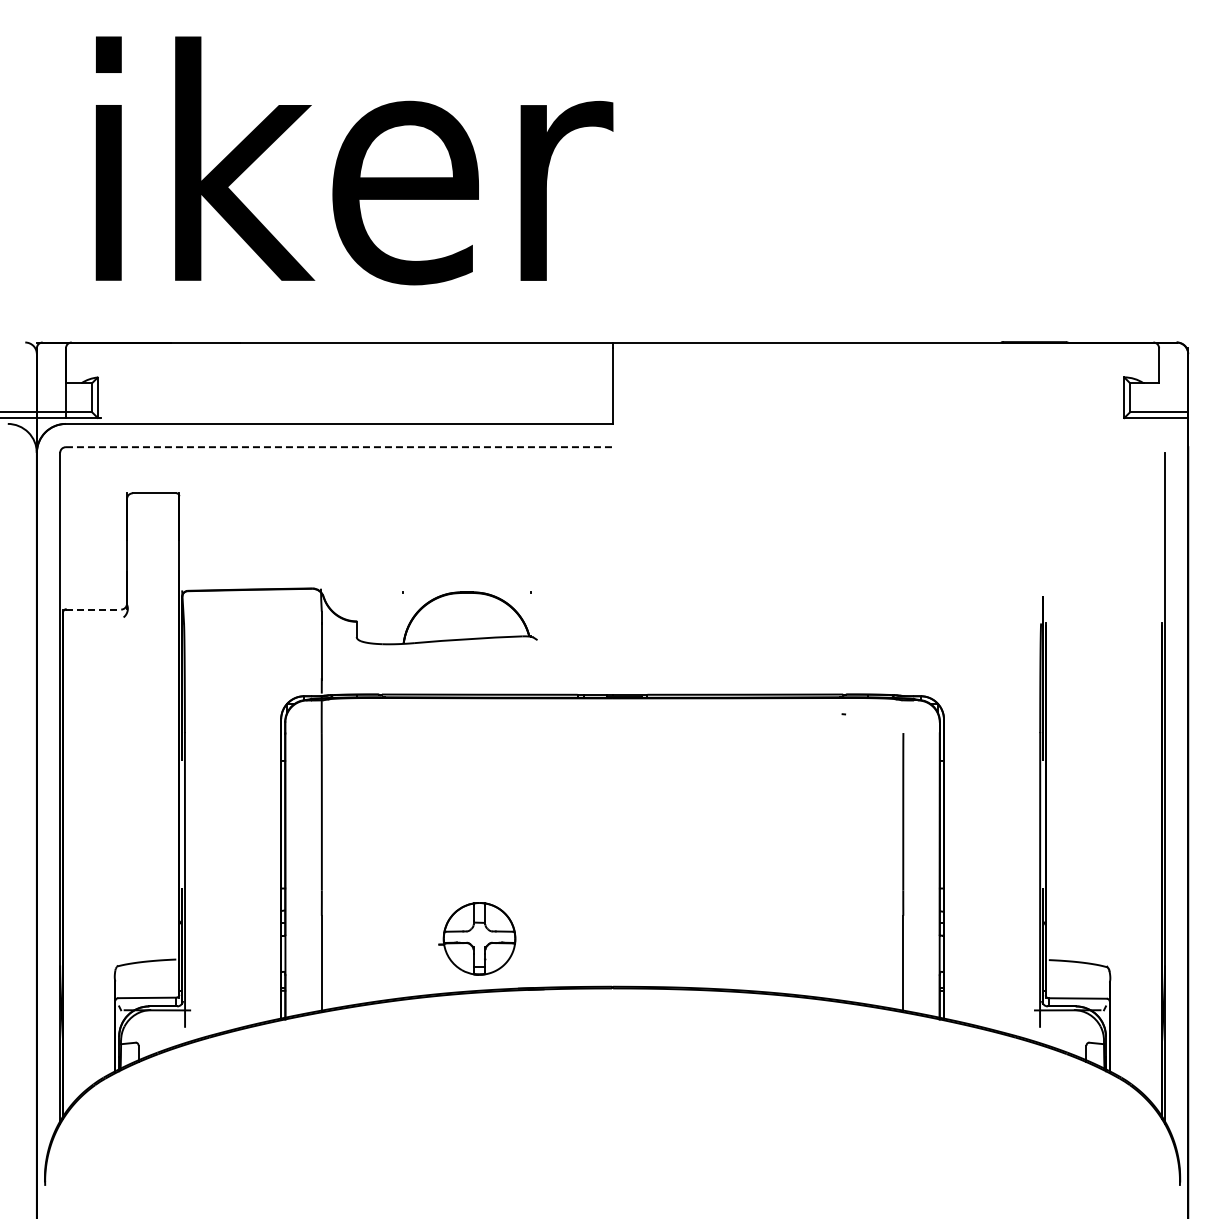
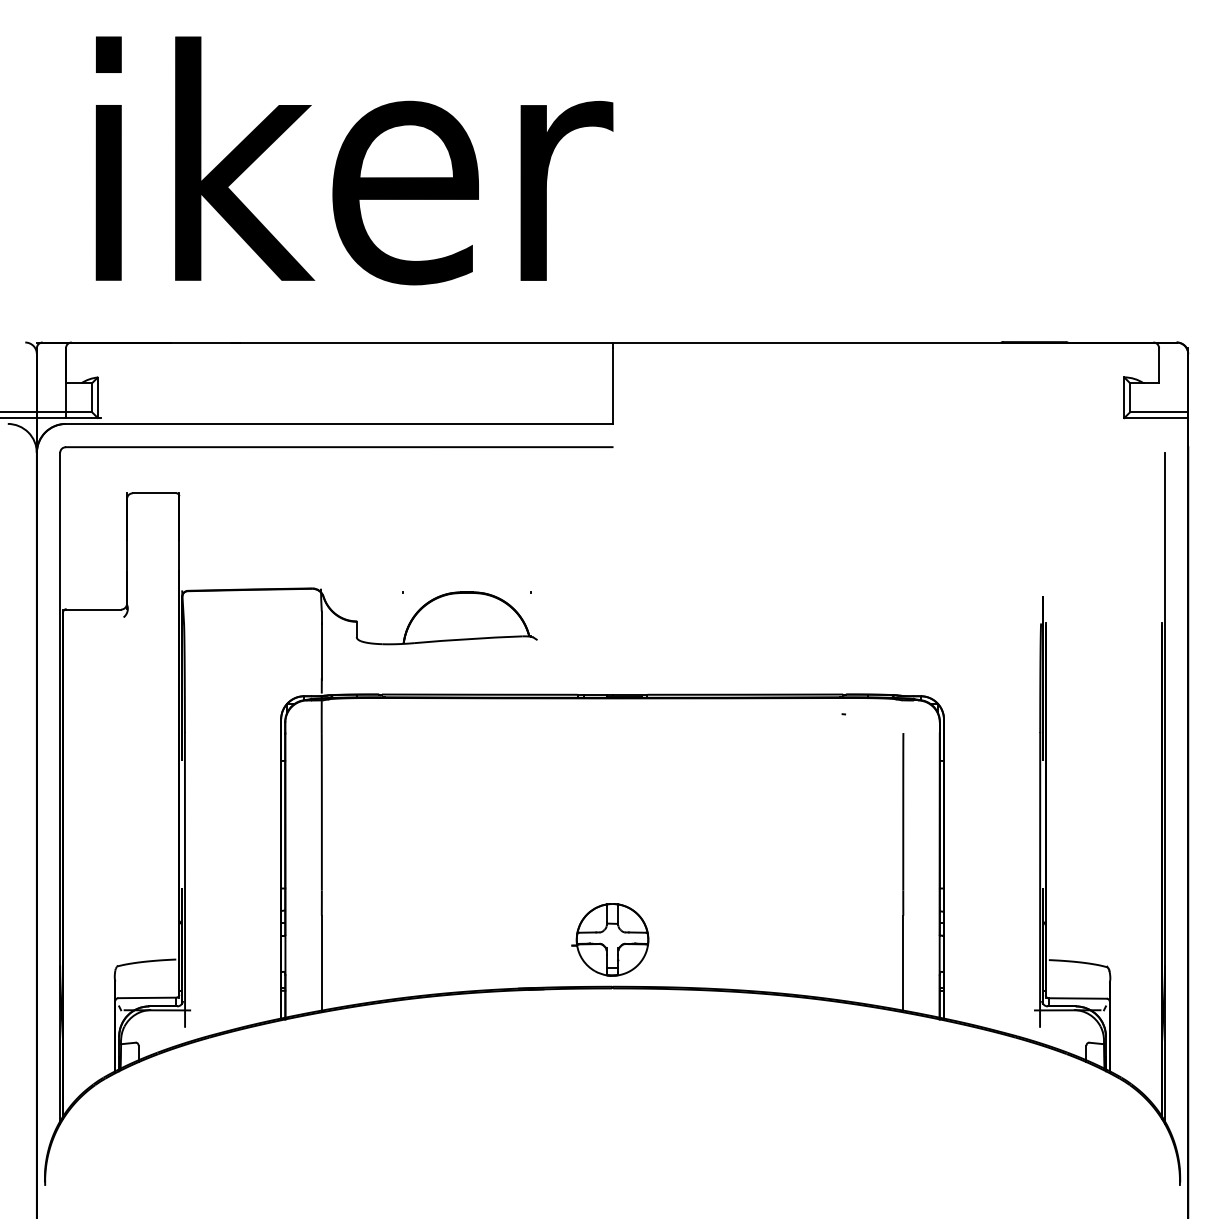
line at (339, 447): dashed -> solid
line at (93, 609): dashed -> solid
part at (477, 938) position: (477, 938) -> (610, 939)
